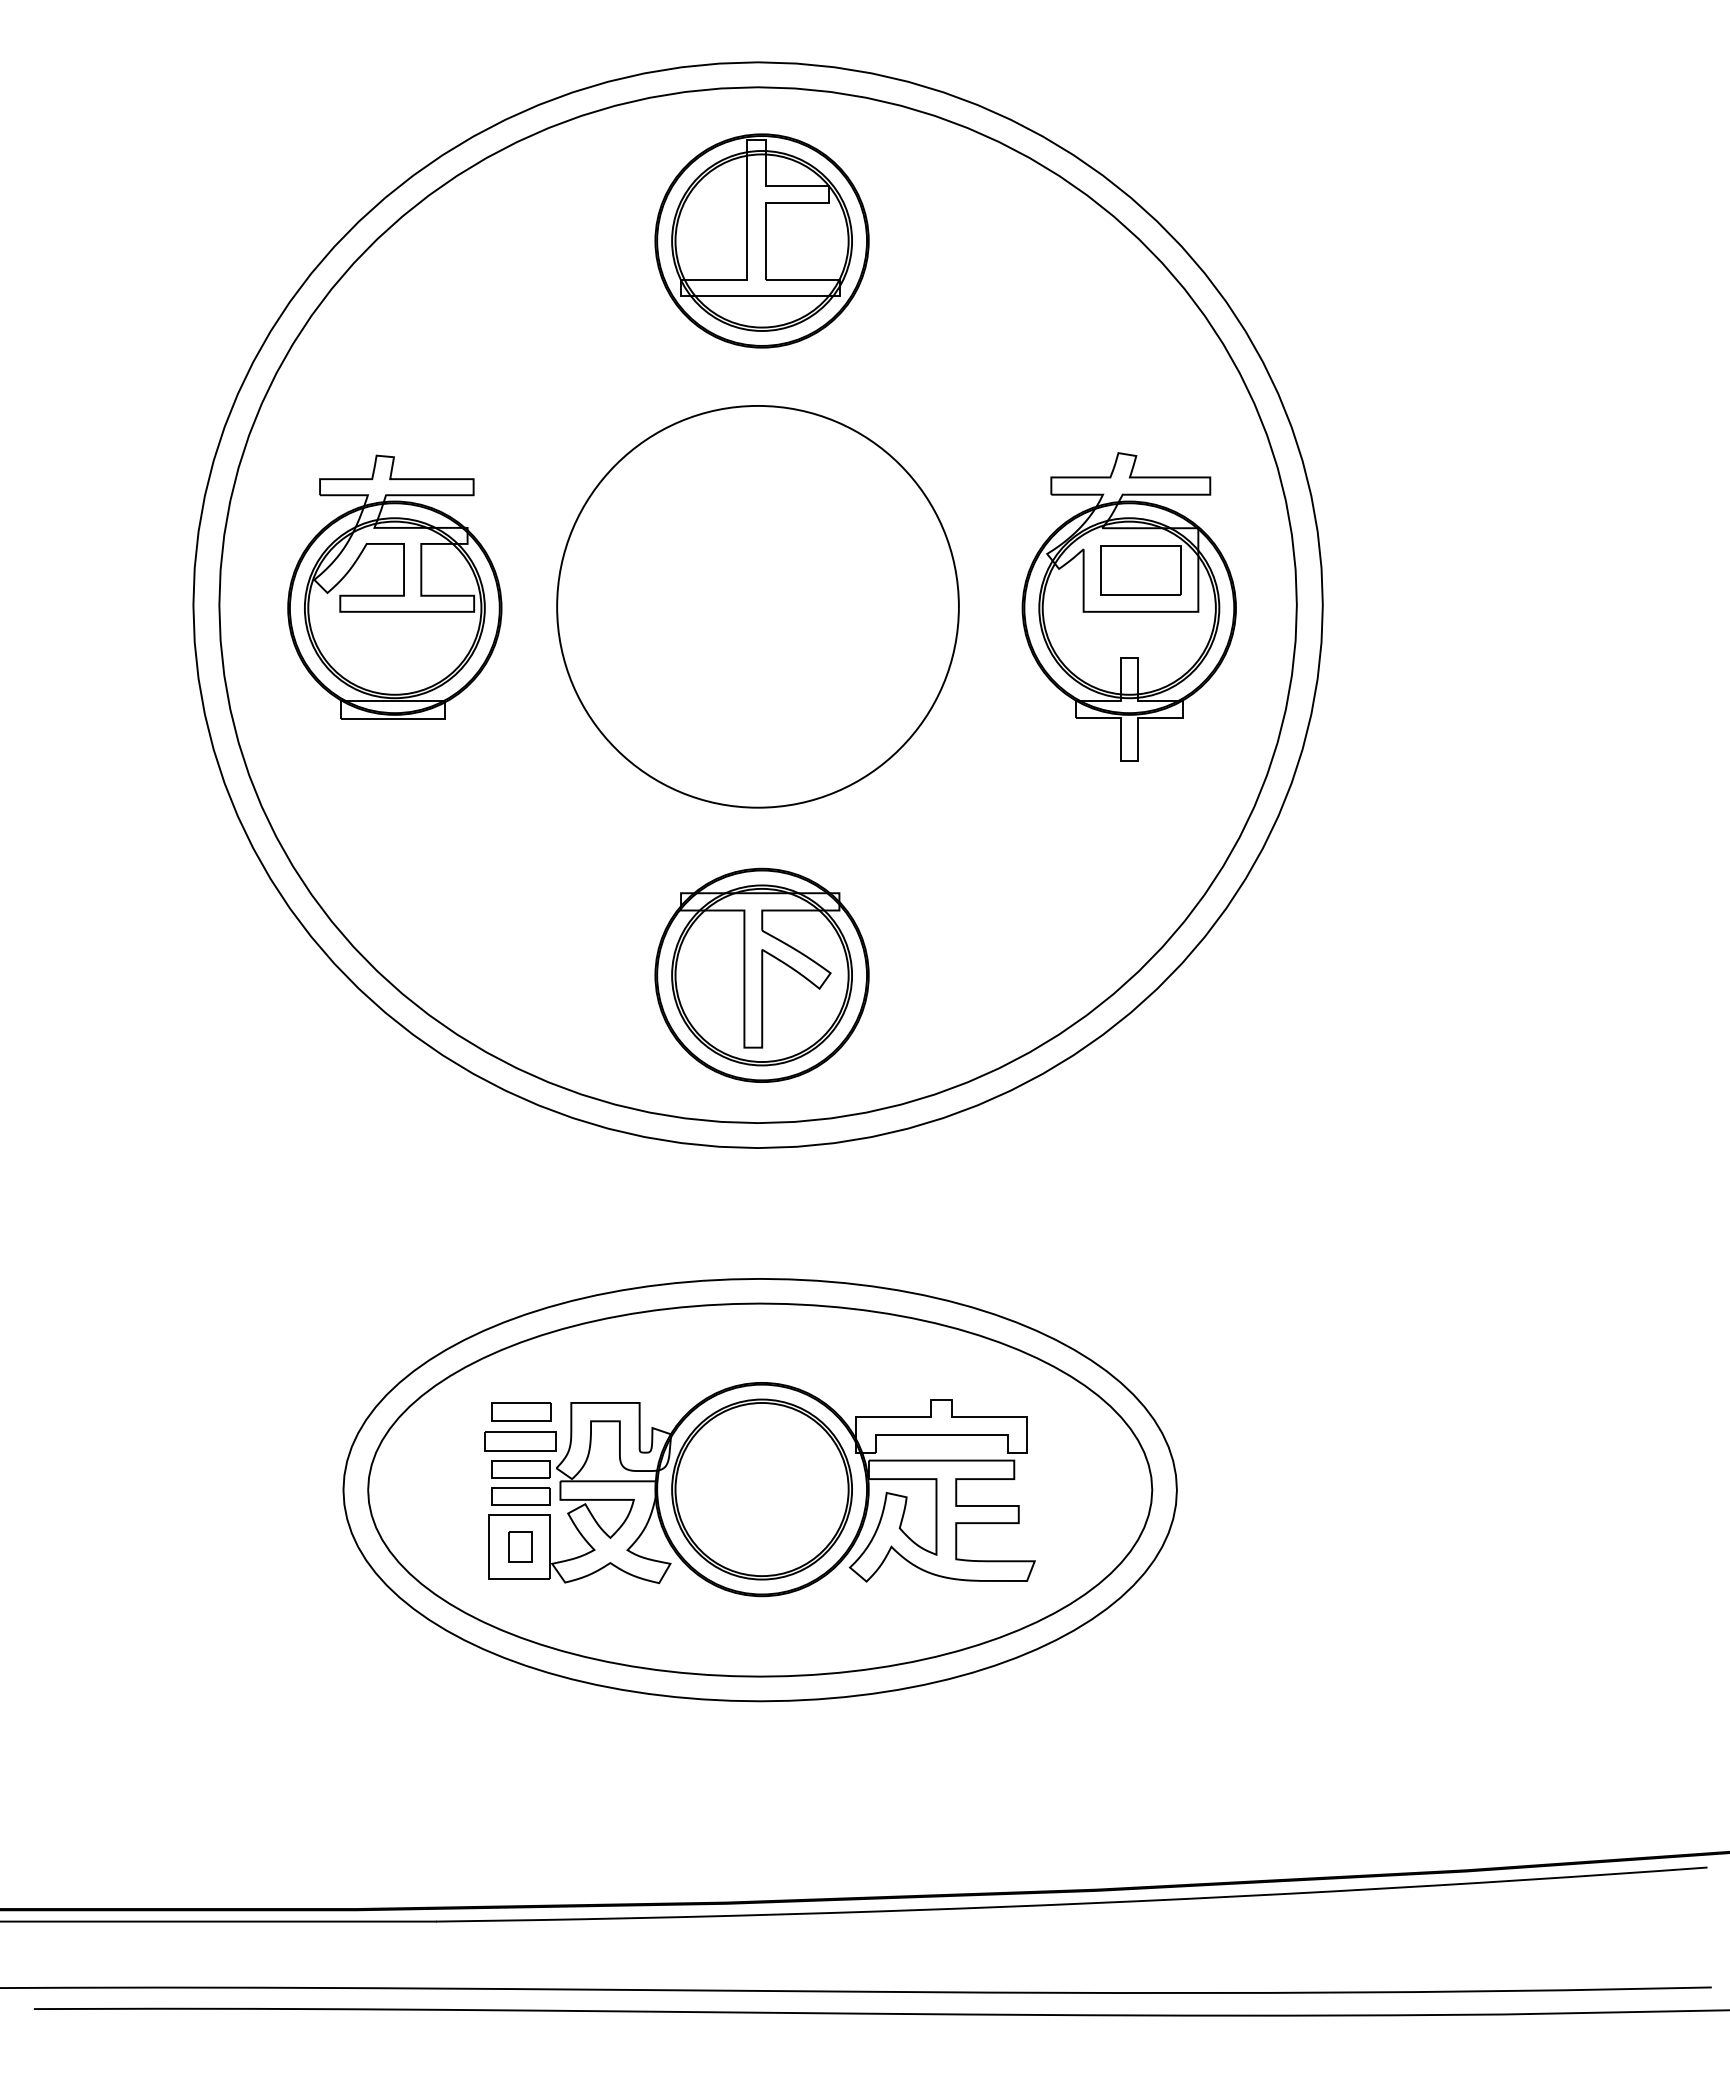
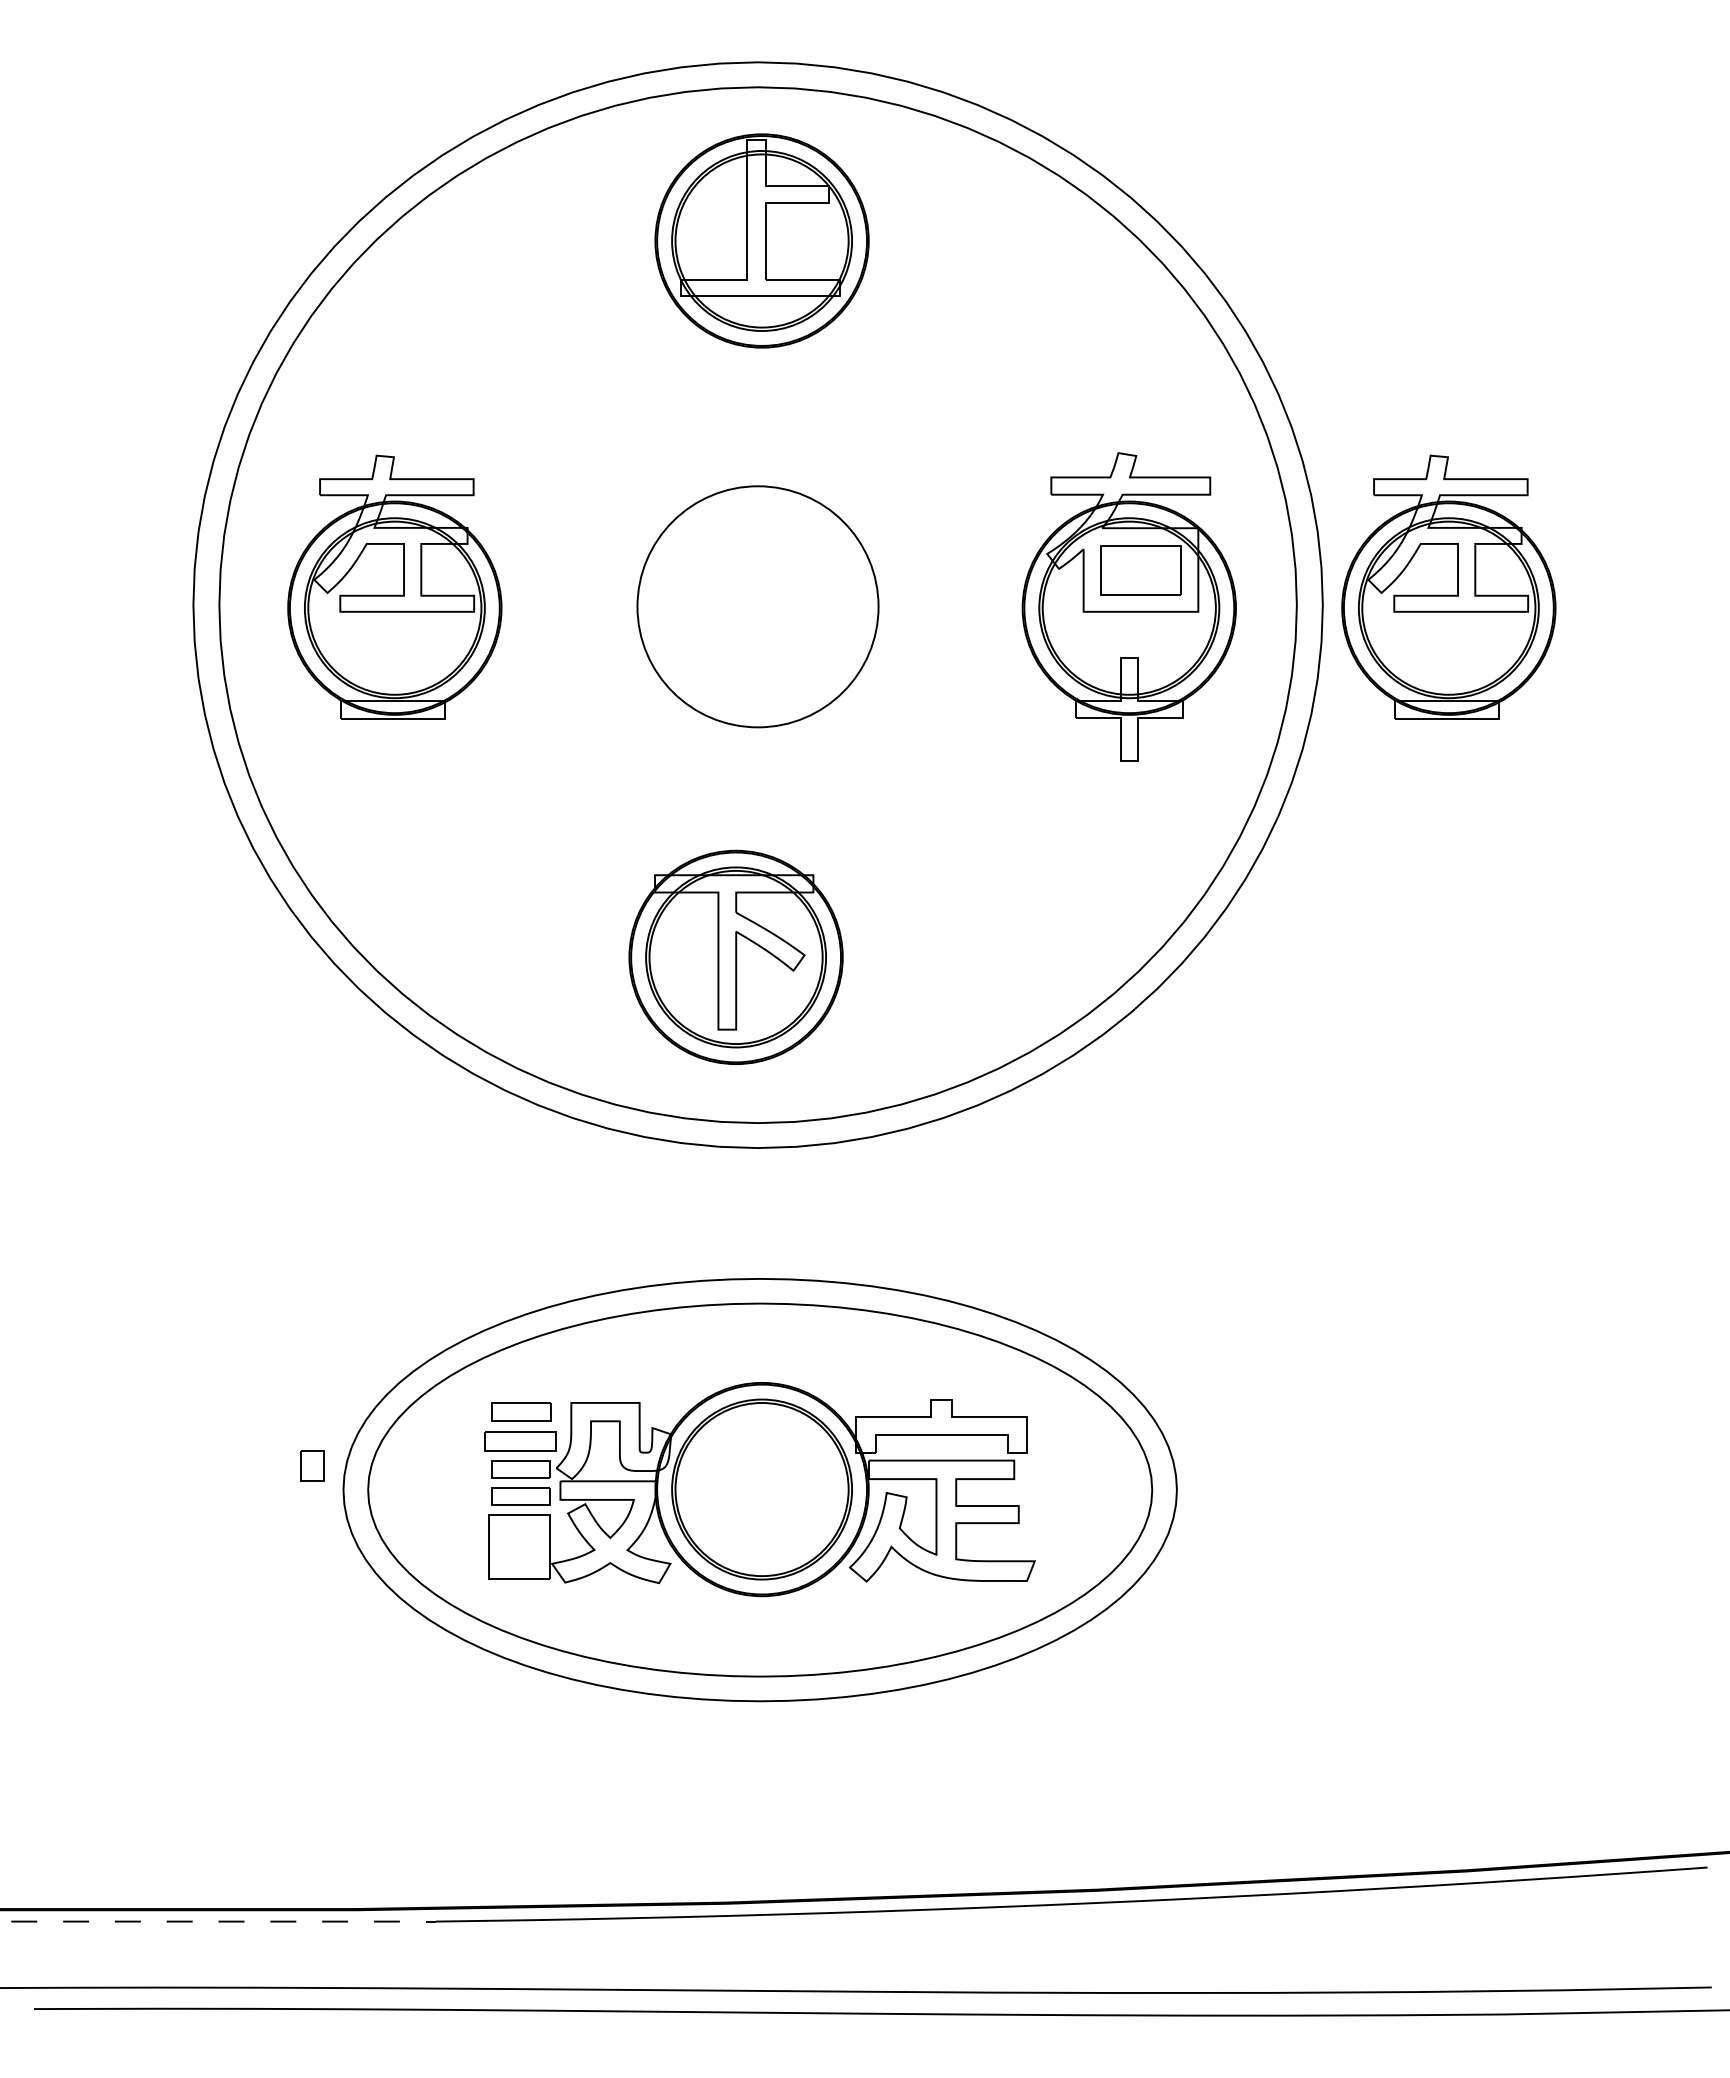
part at (1448, 586): none -> present
circle at (757, 606) diameter: 402 px -> 241 px
part at (761, 974) position: (761, 974) -> (735, 956)
part at (520, 1546) position: (520, 1546) -> (312, 1465)
line at (218, 1921): solid -> dashed
